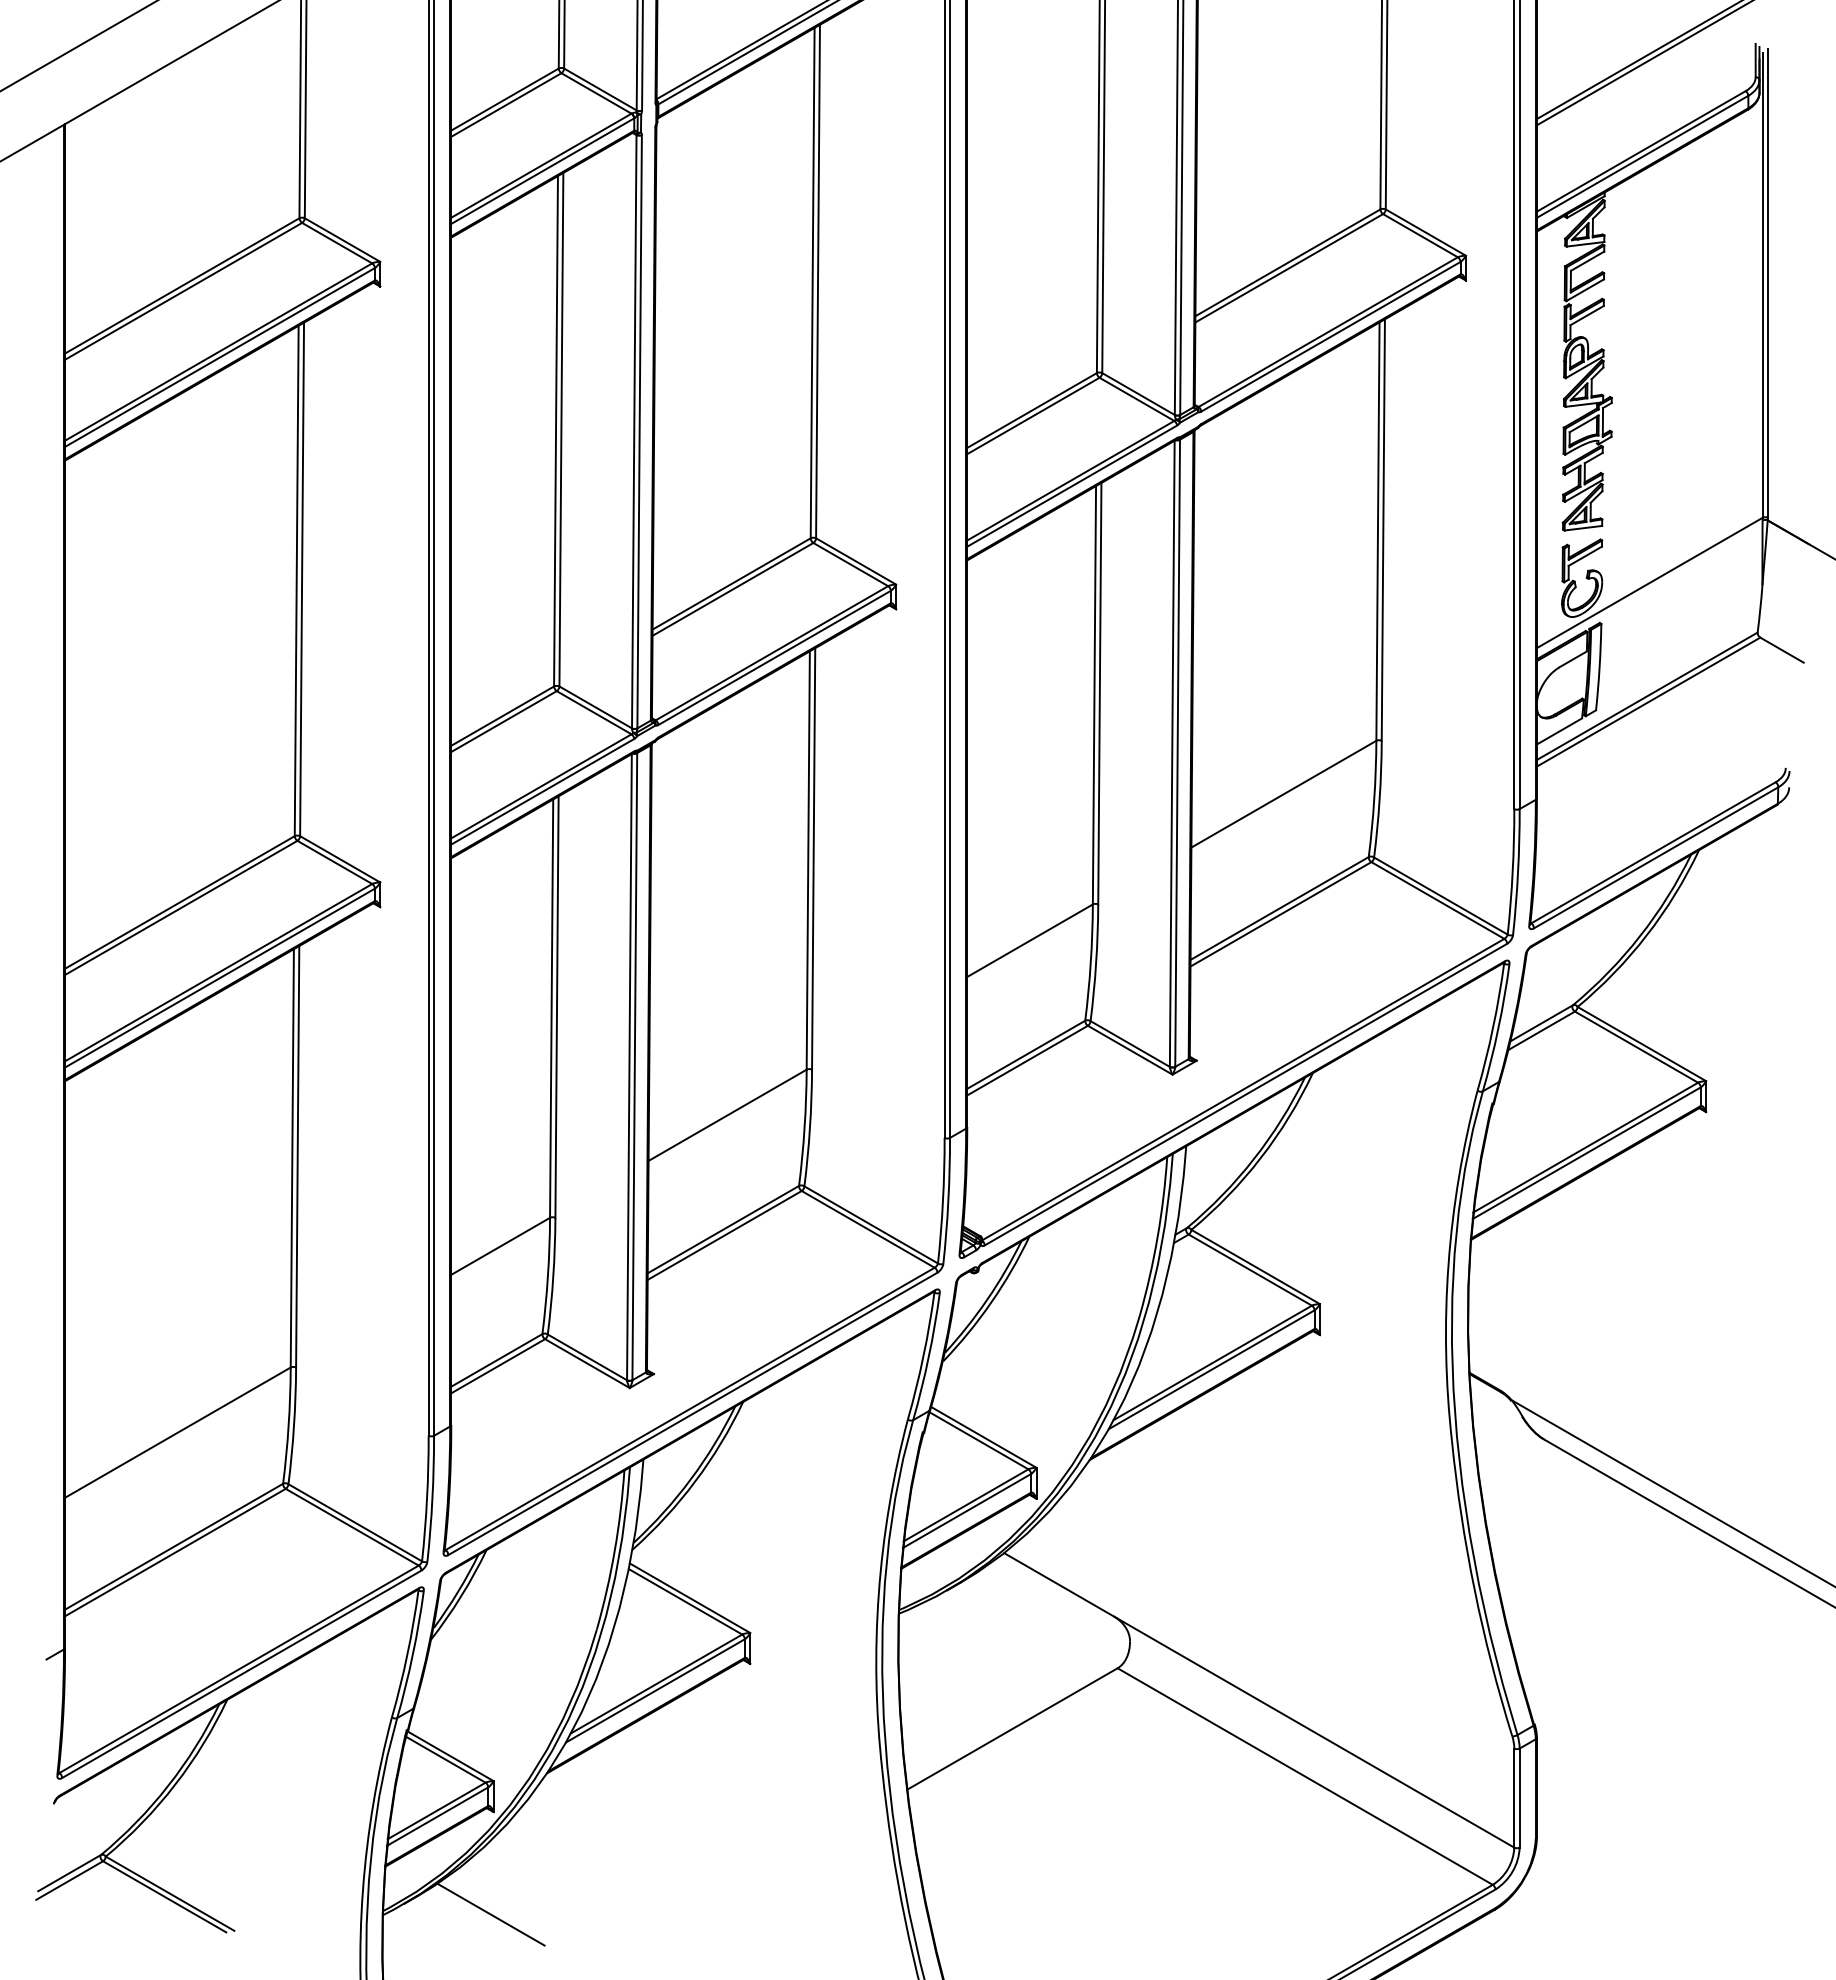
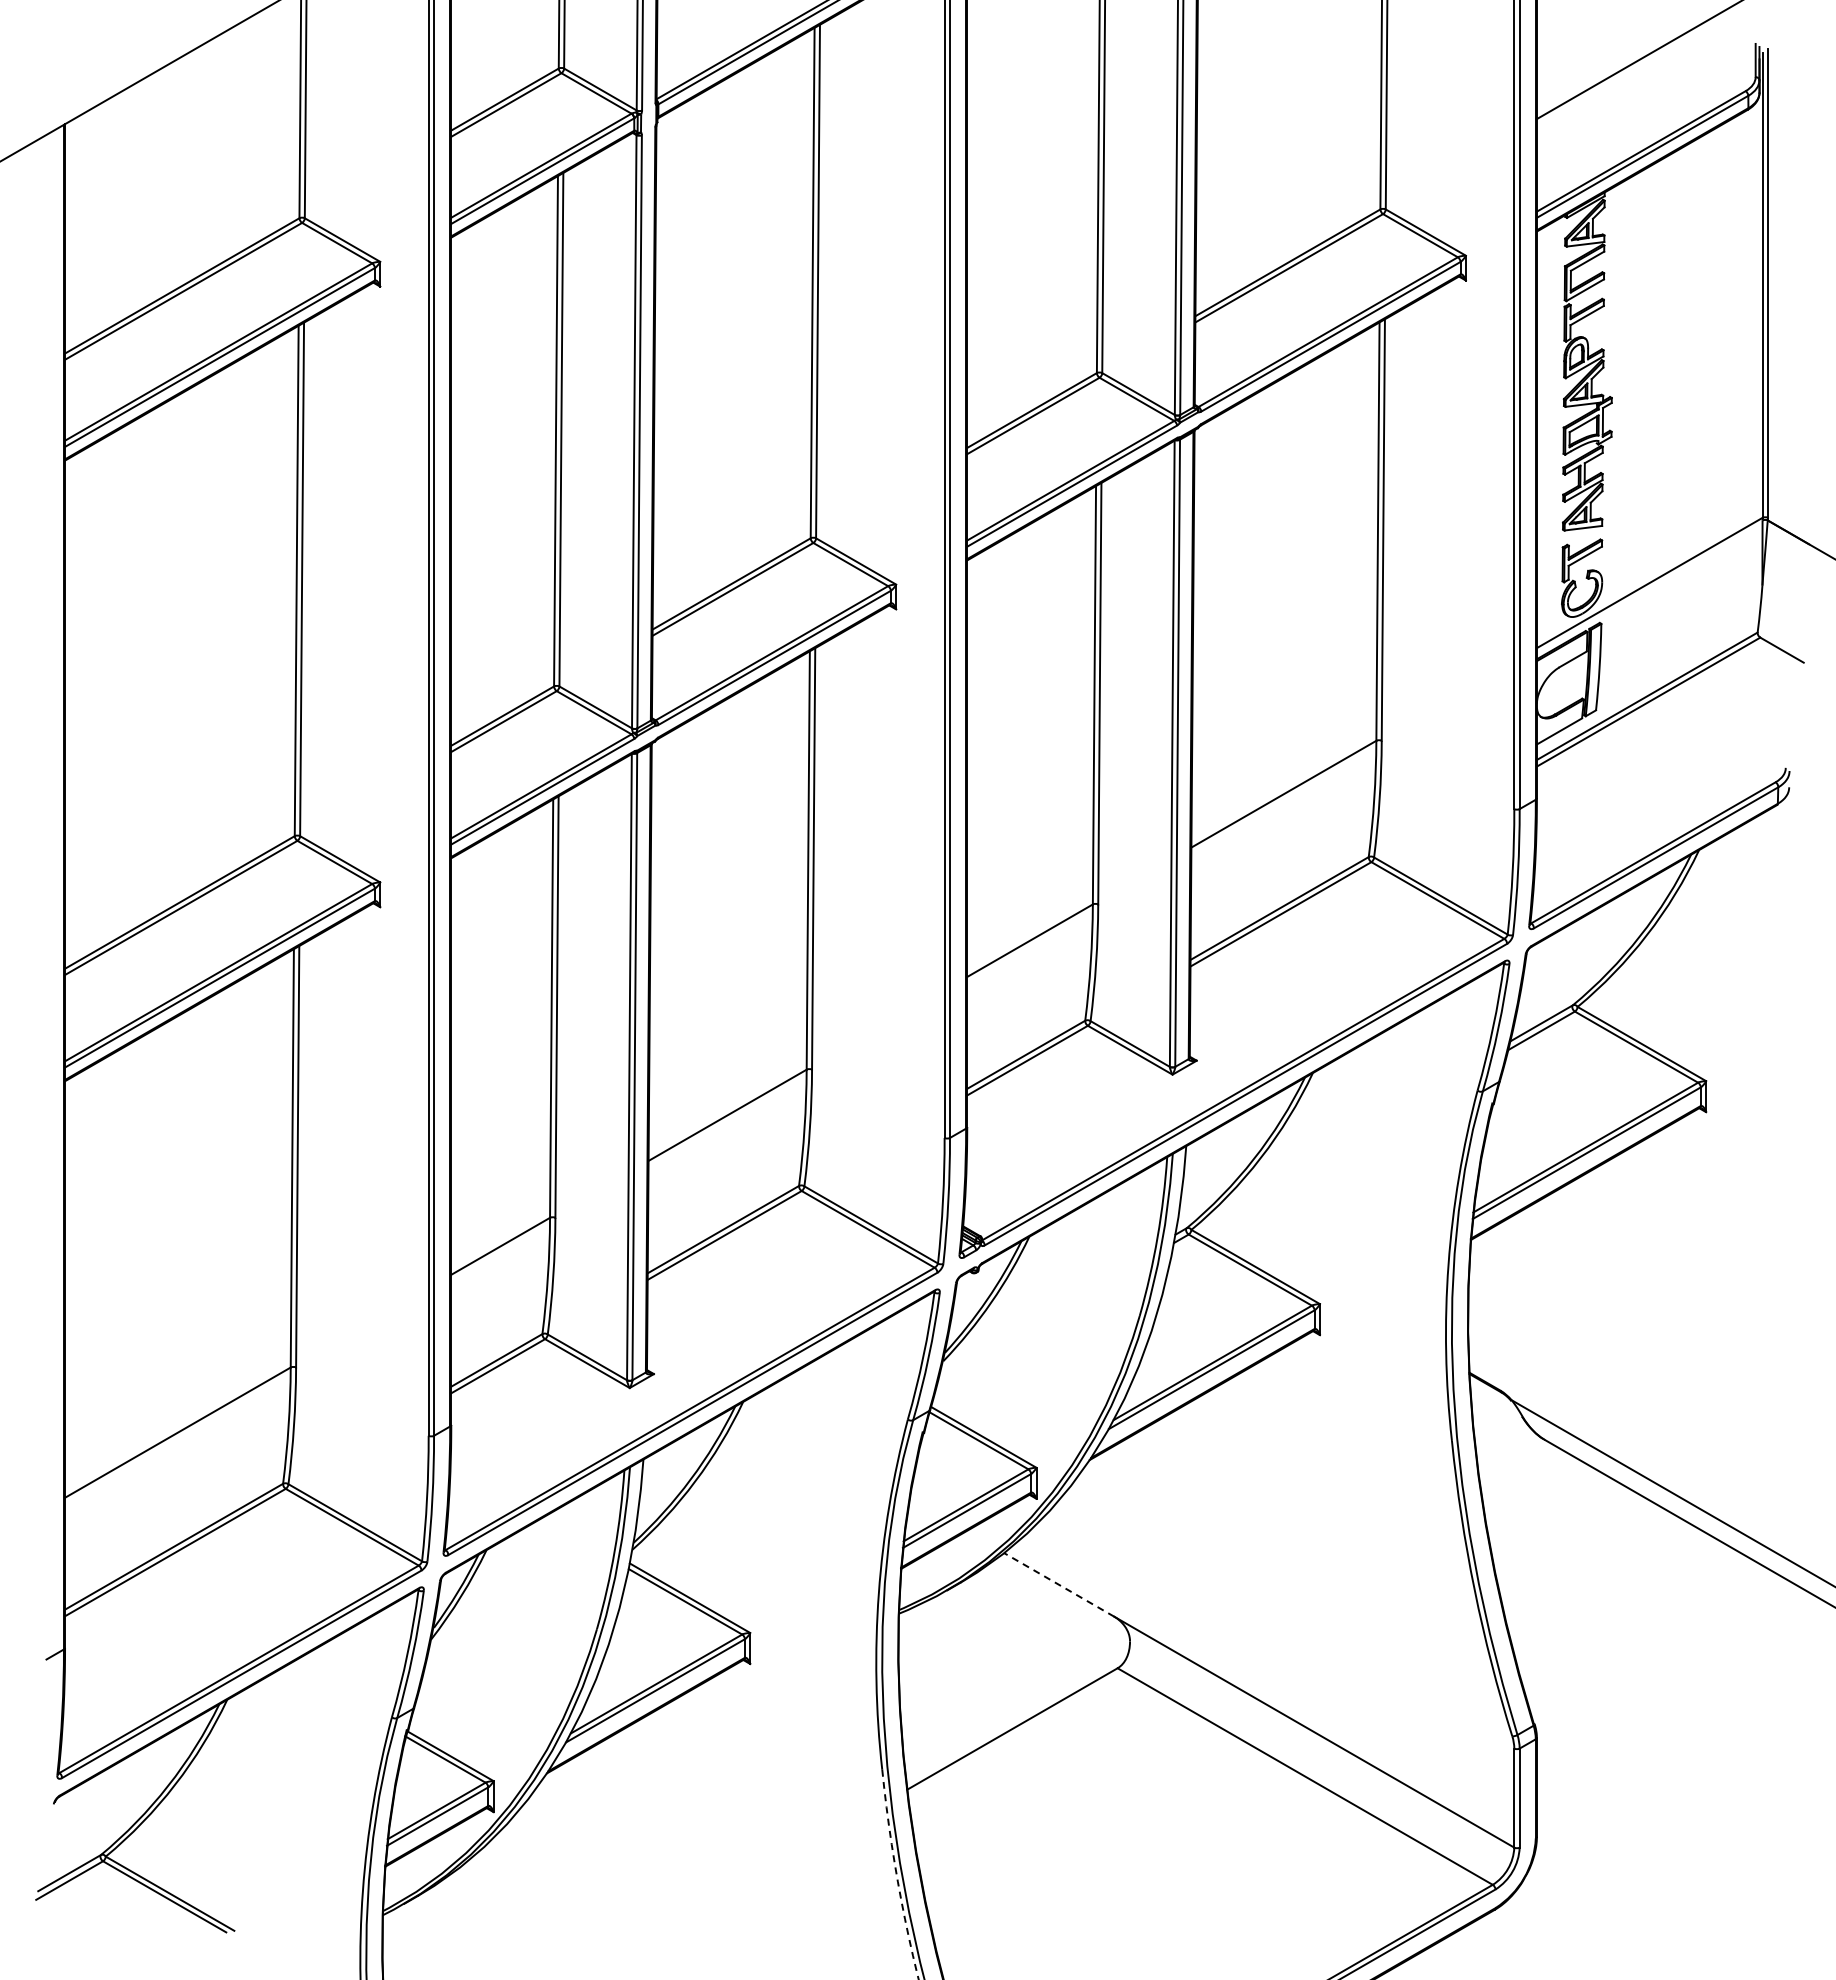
line at (78, 46): present -> none
line at (1643, 63): present -> none
line at (1059, 1584): solid -> dashed
arc at (896, 1876): solid -> dashed
line at (490, 1914): present -> none
